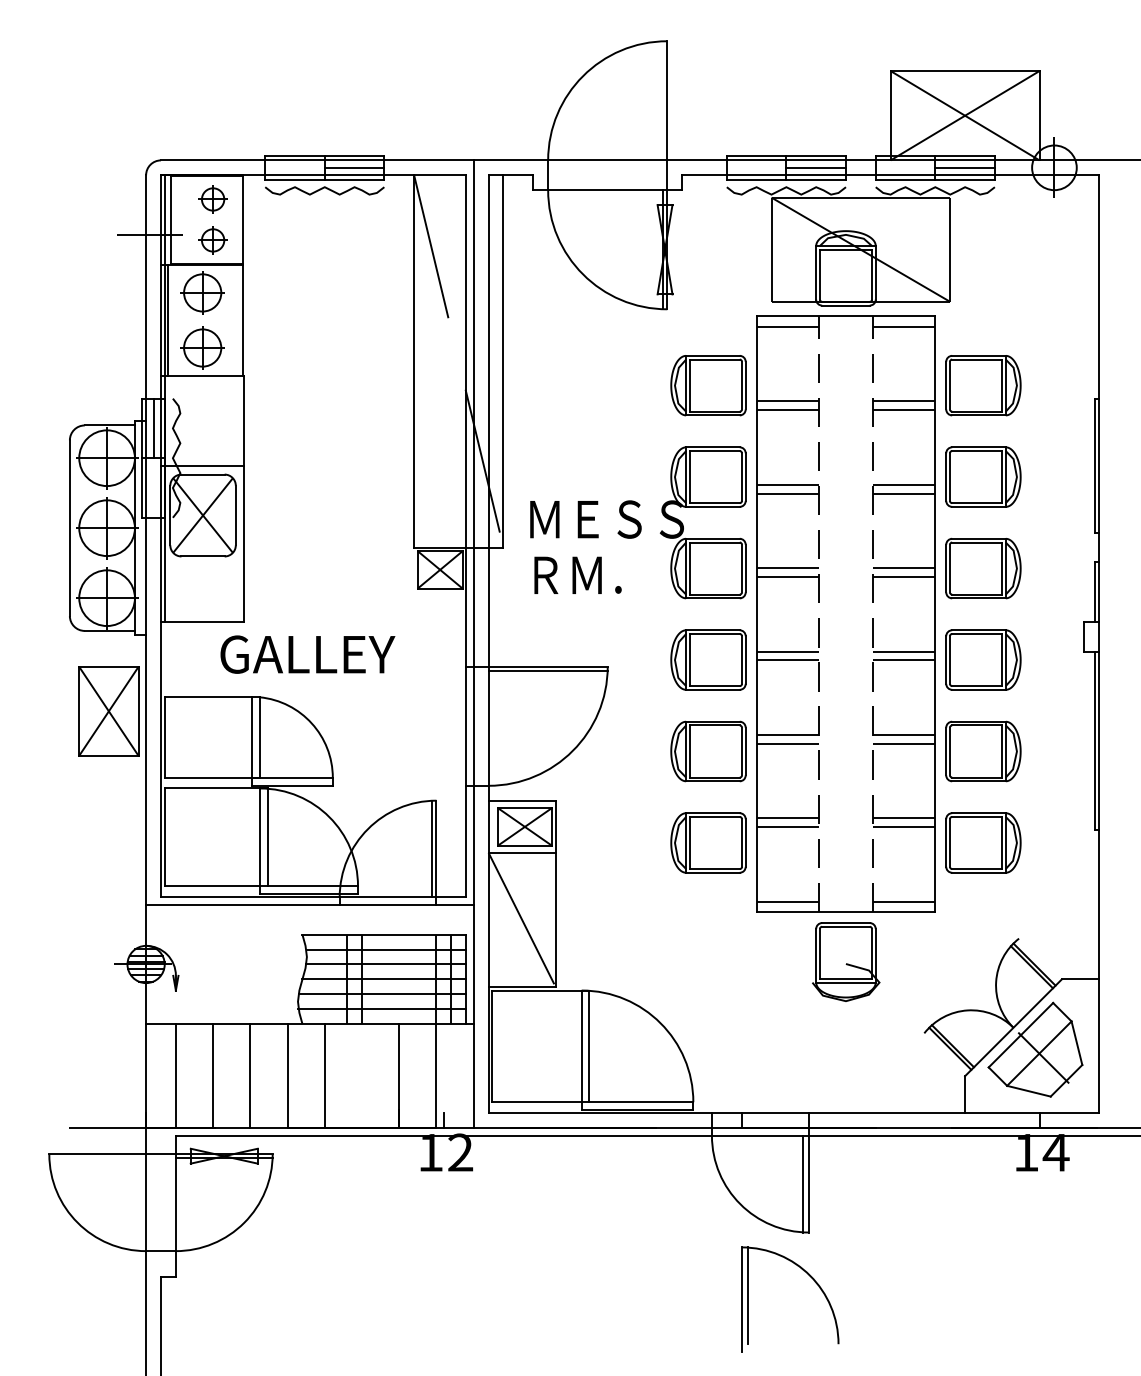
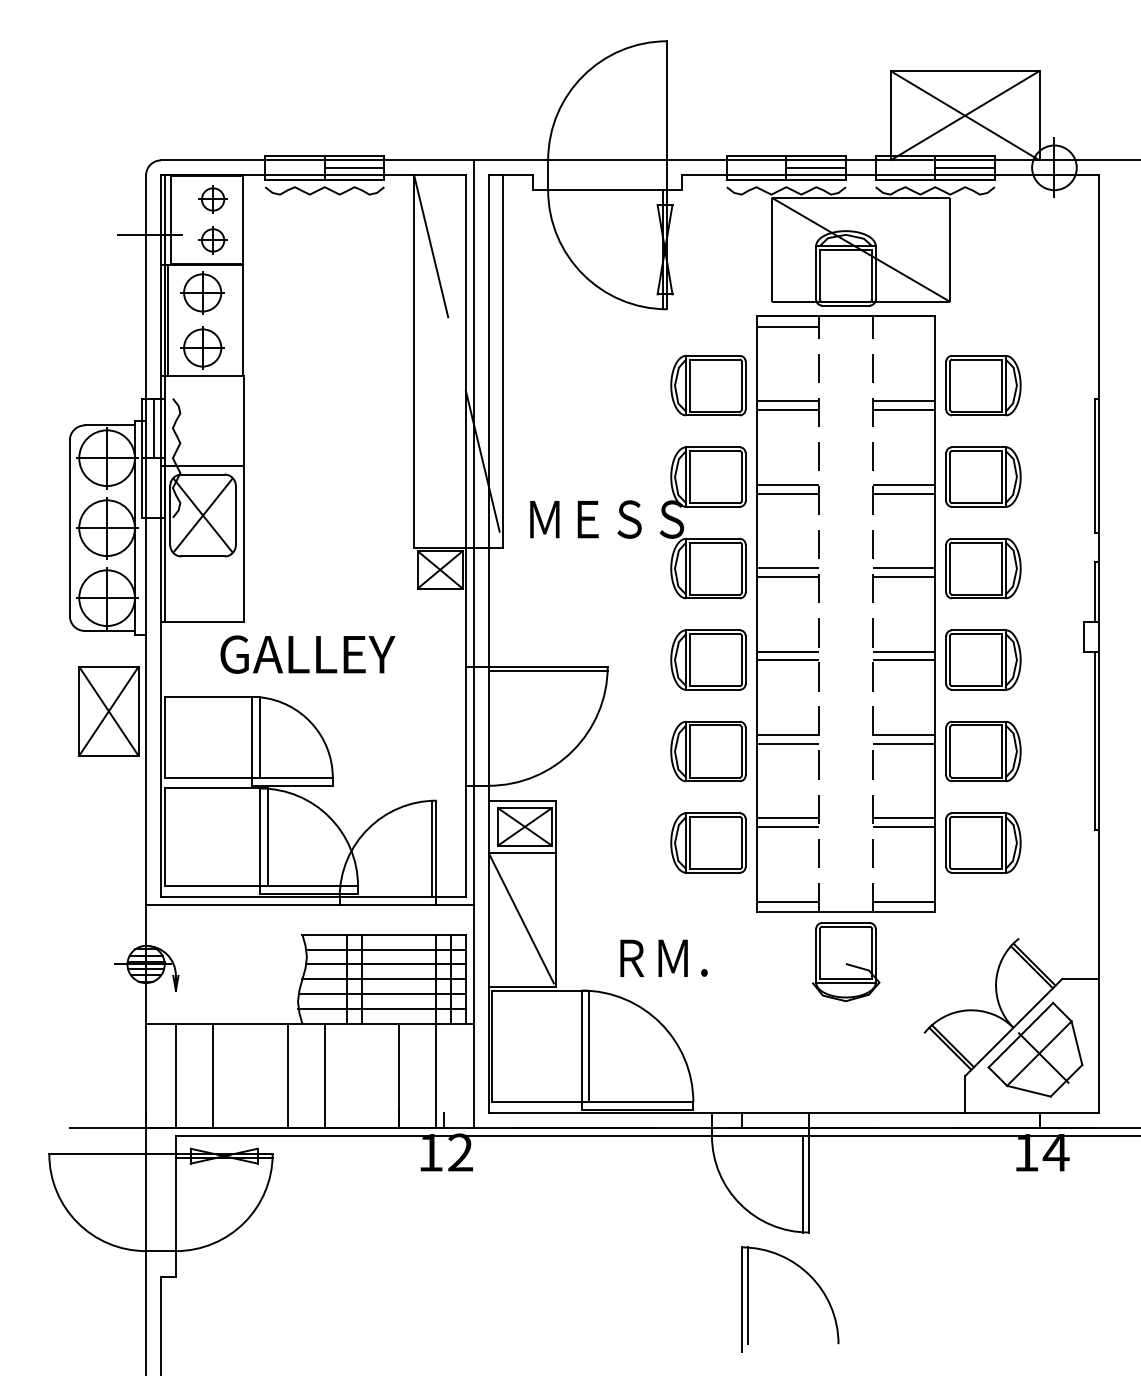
line at (903, 326): present -> none
text at (577, 574) position: (577, 574) -> (663, 957)
line at (250, 1076): present -> none
